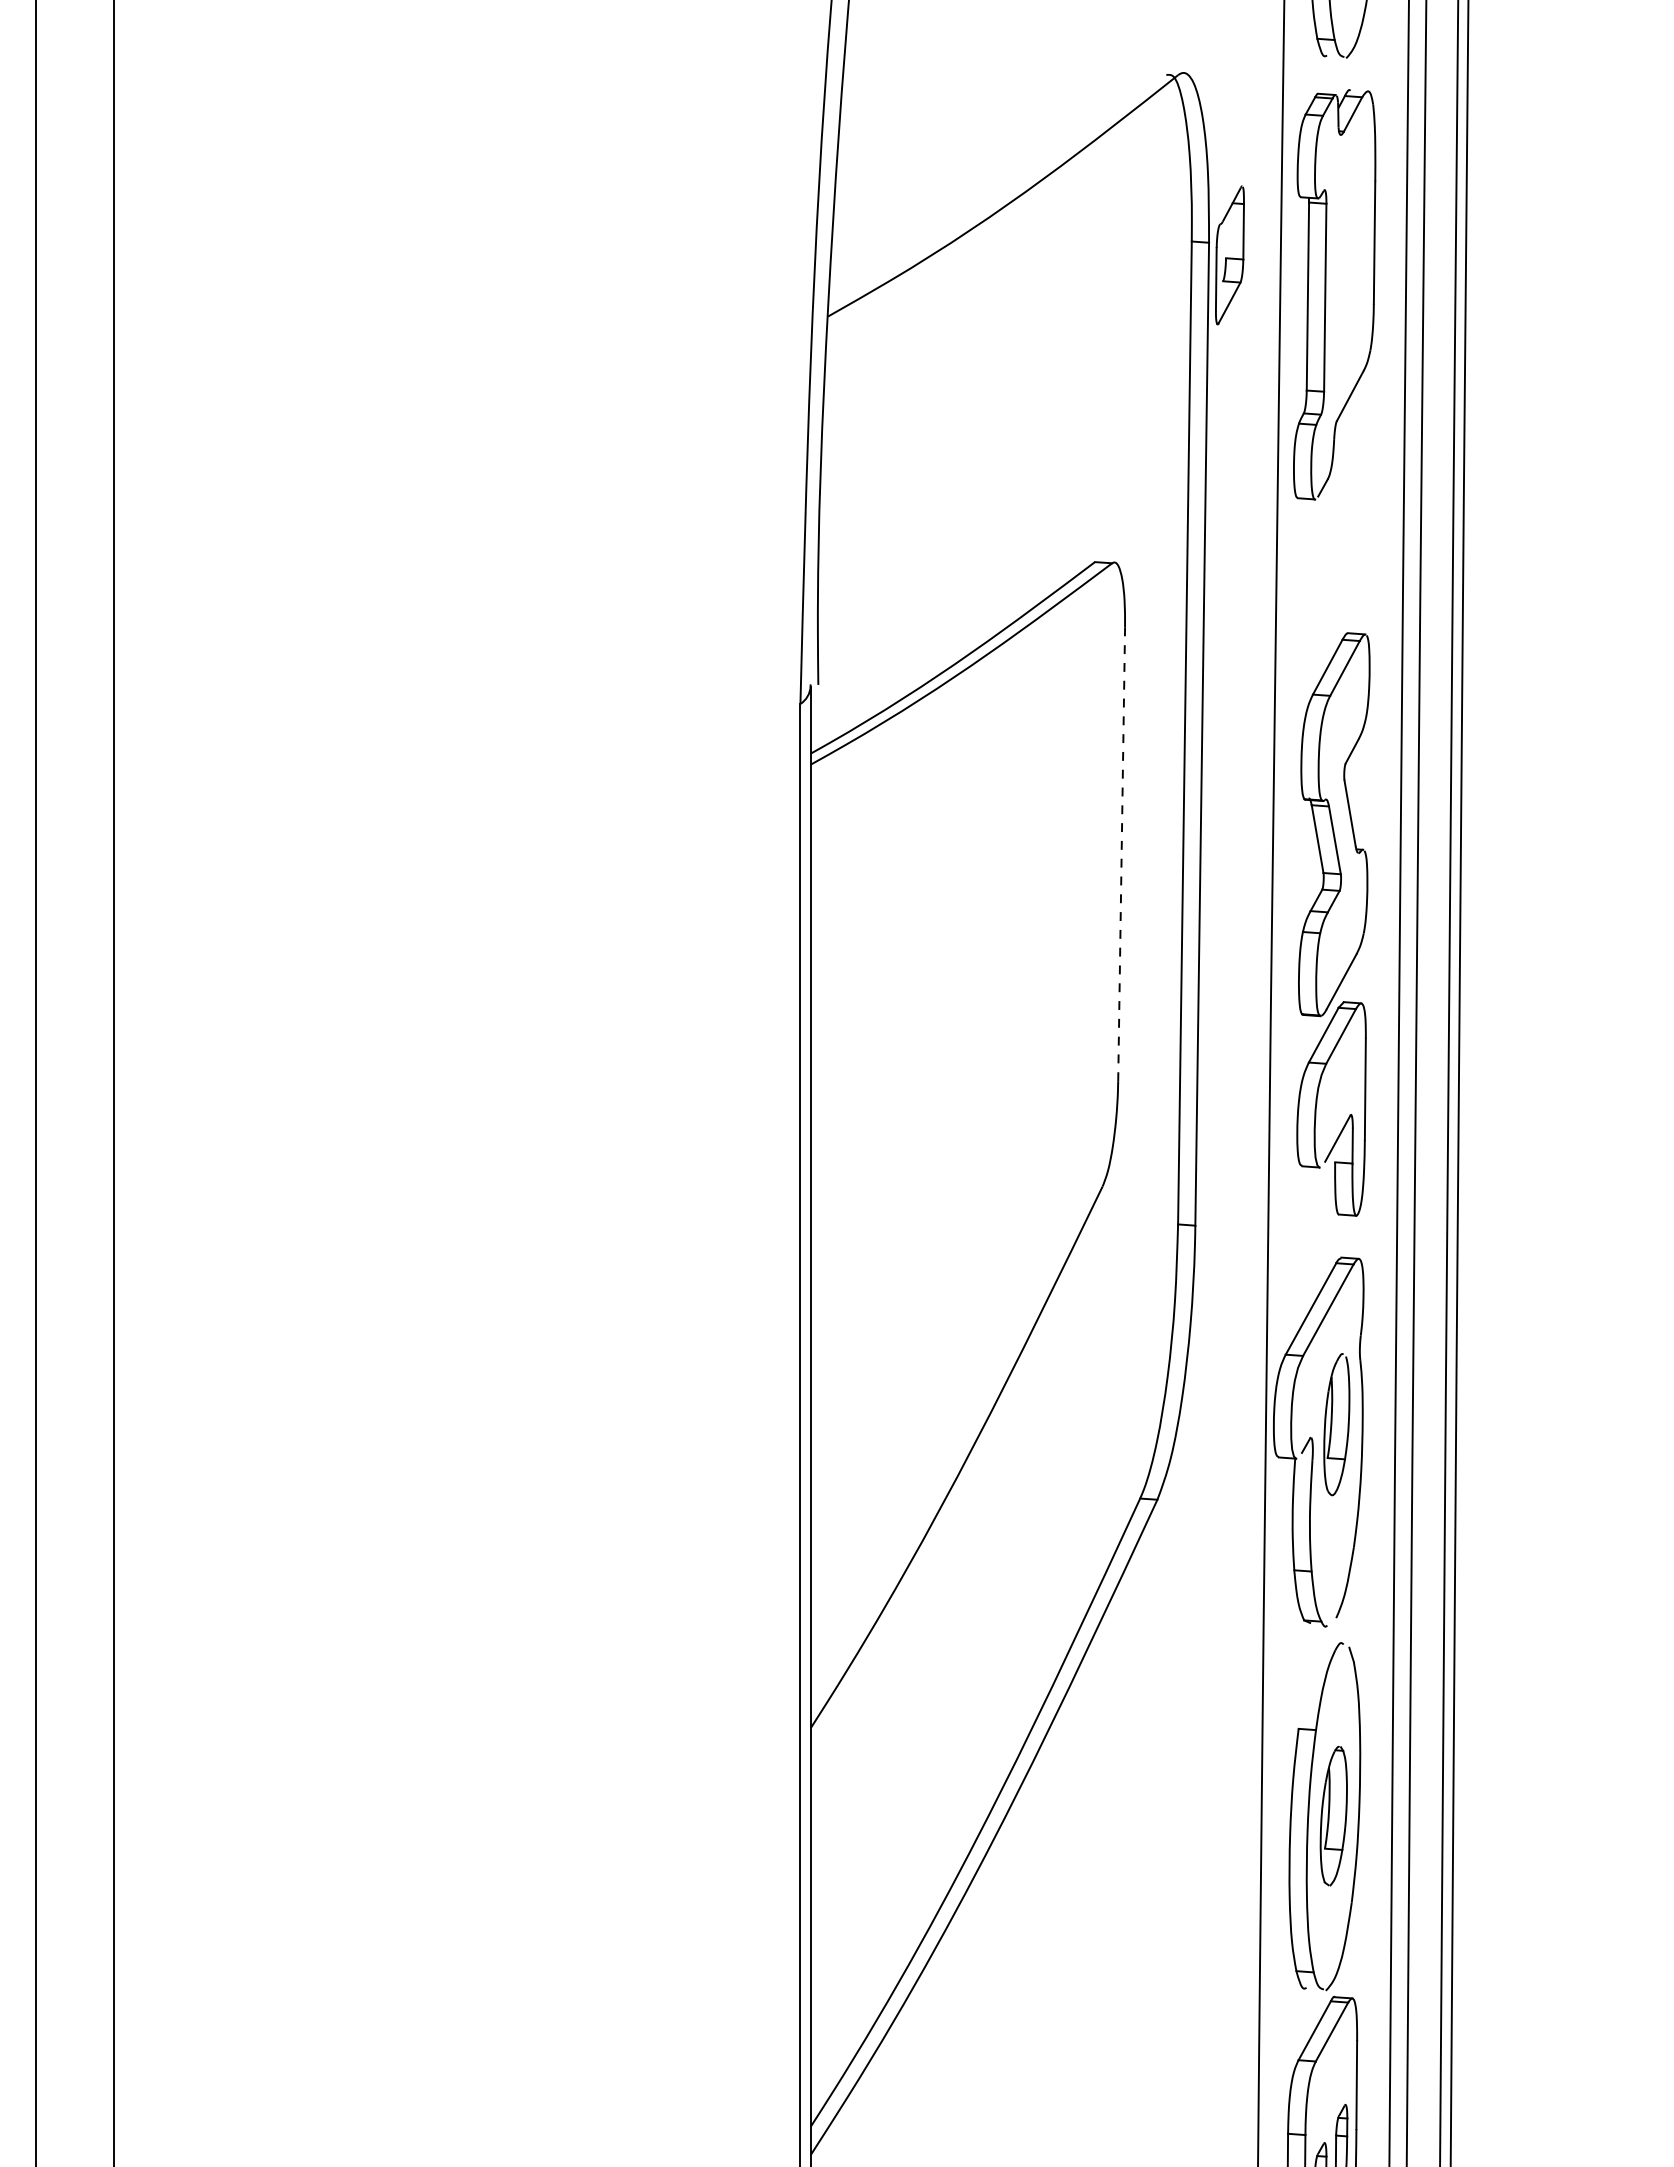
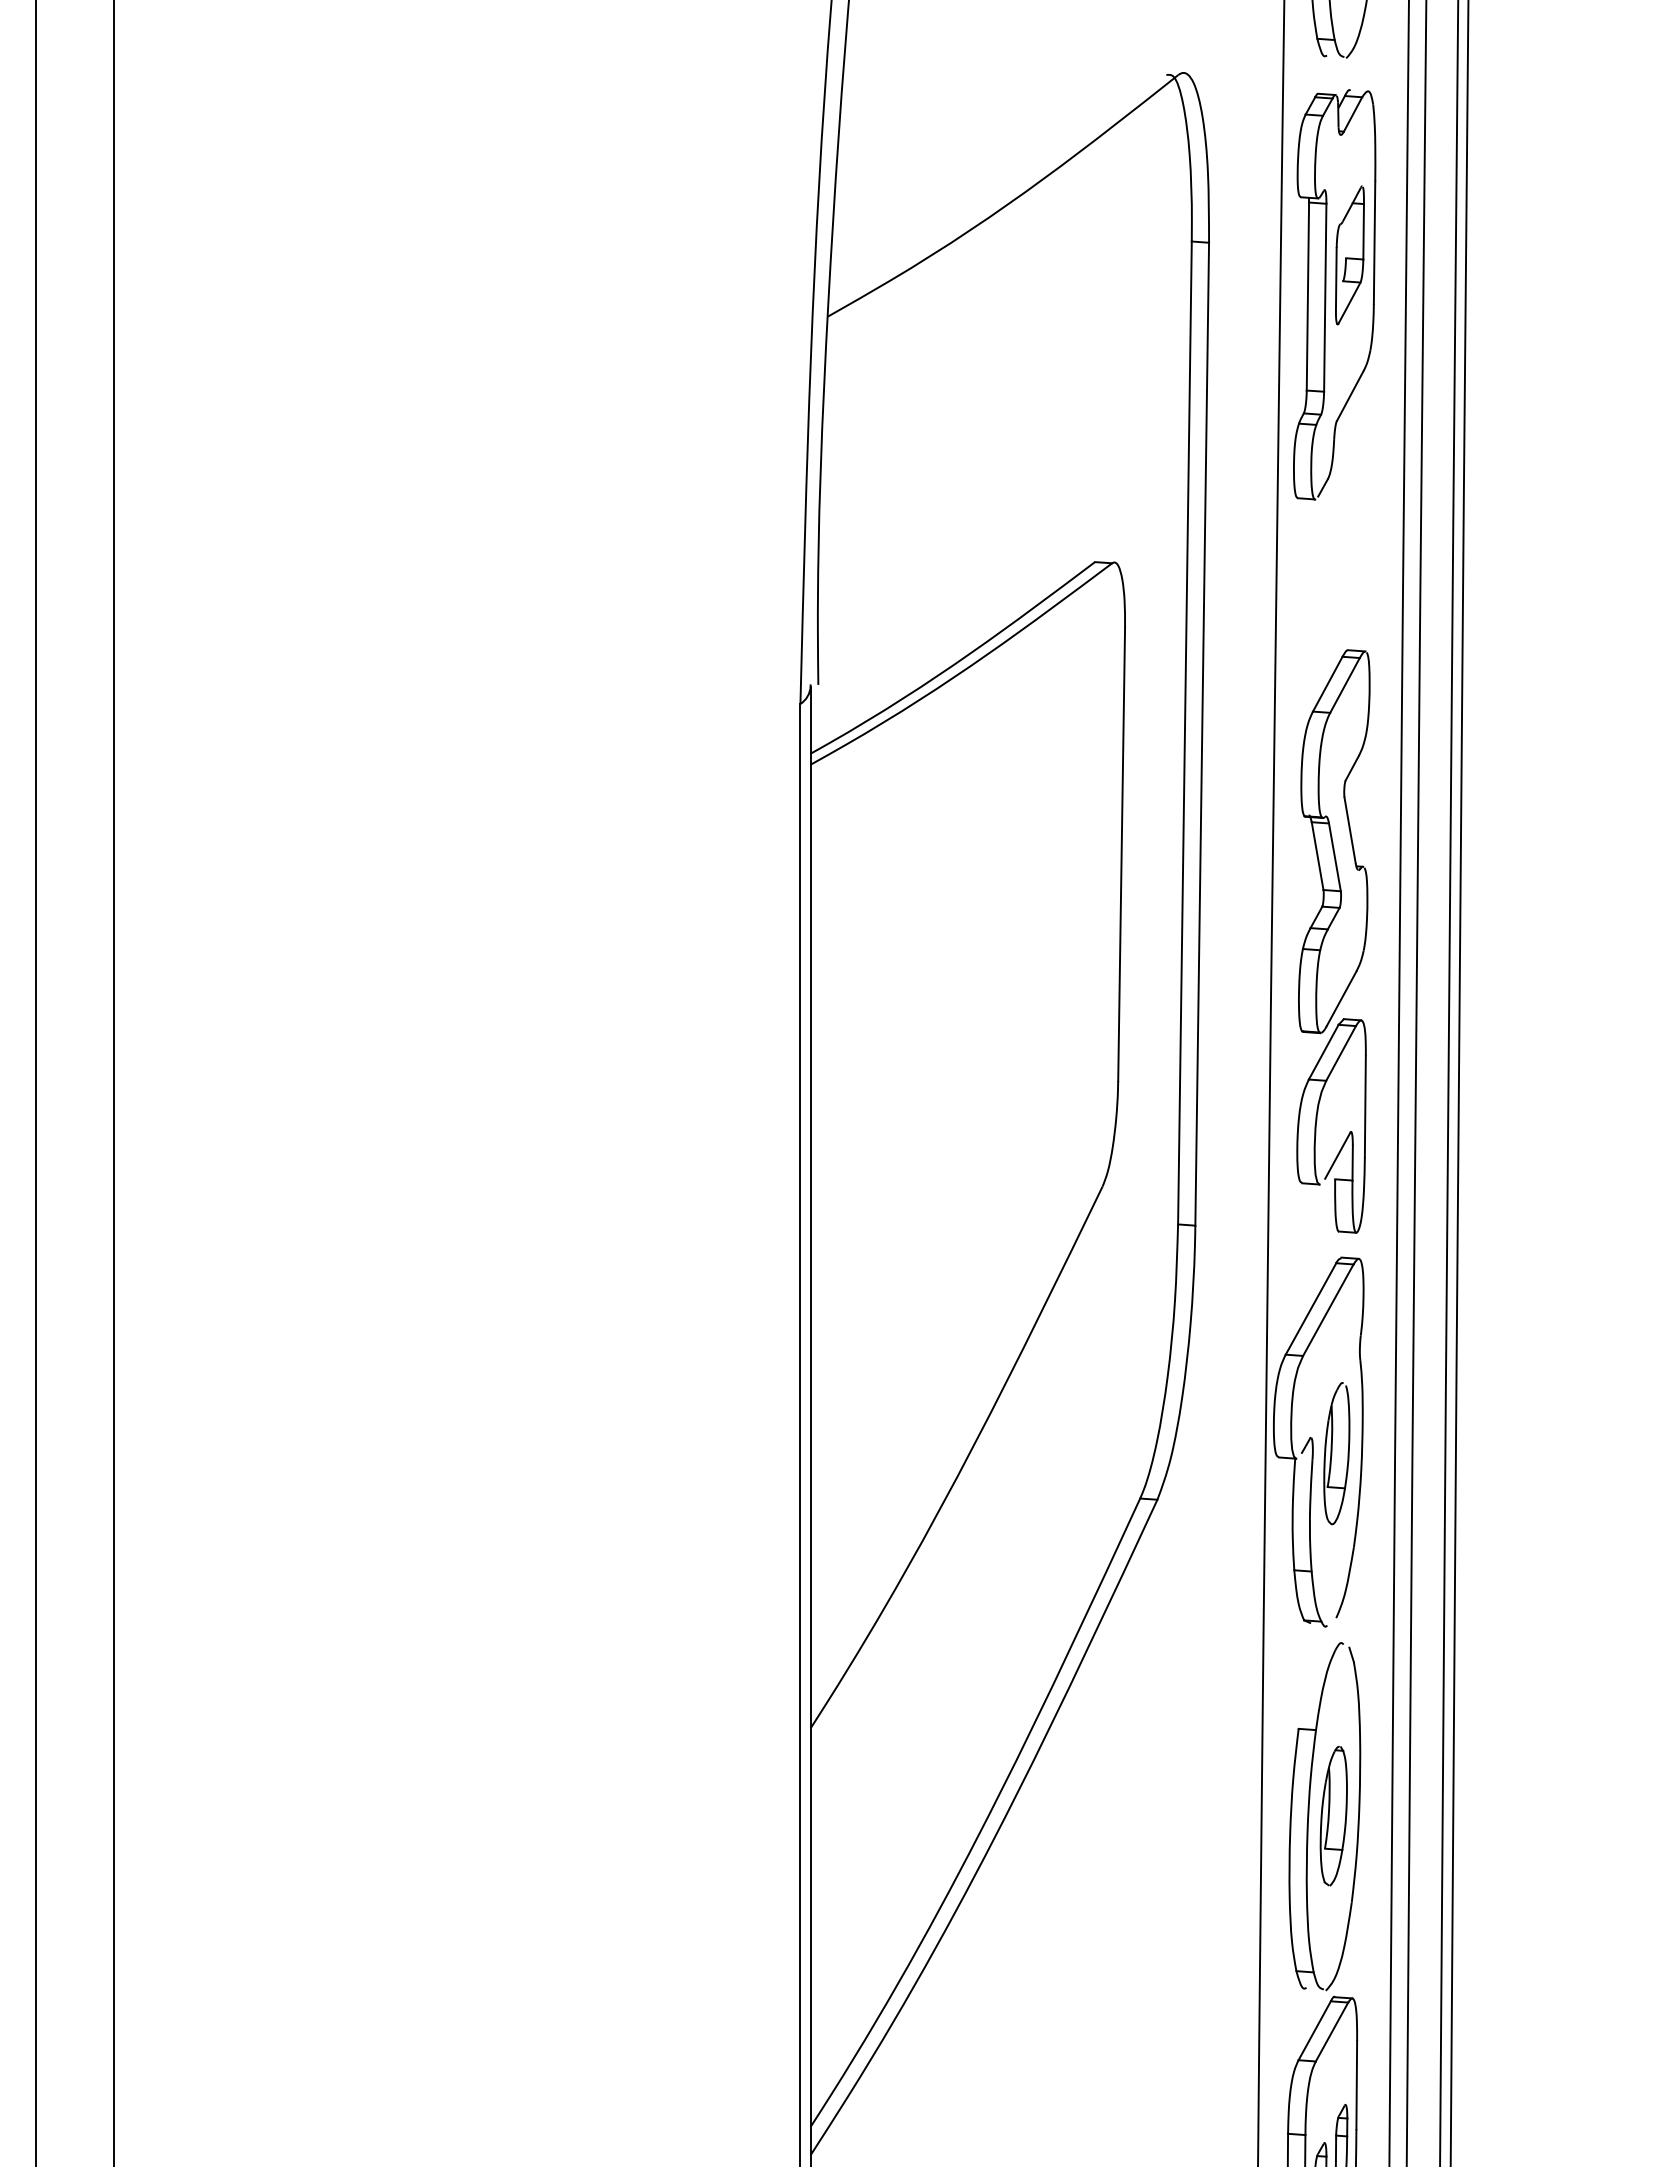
part at (1229, 255) position: (1229, 255) -> (1349, 255)
line at (1121, 854): dashed -> solid
part at (1333, 924) position: (1333, 924) -> (1333, 941)
part at (1336, 1424) position: (1336, 1424) -> (1336, 1453)
